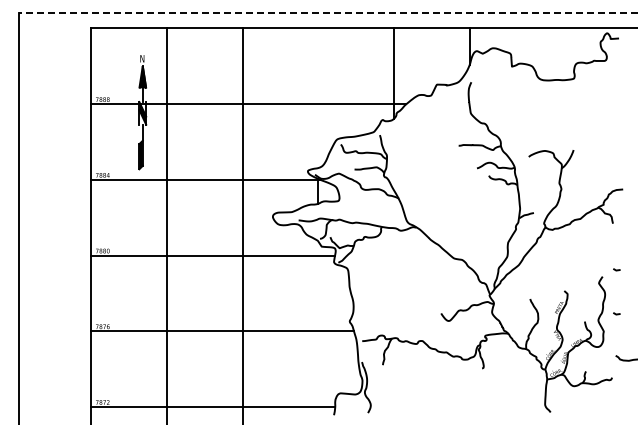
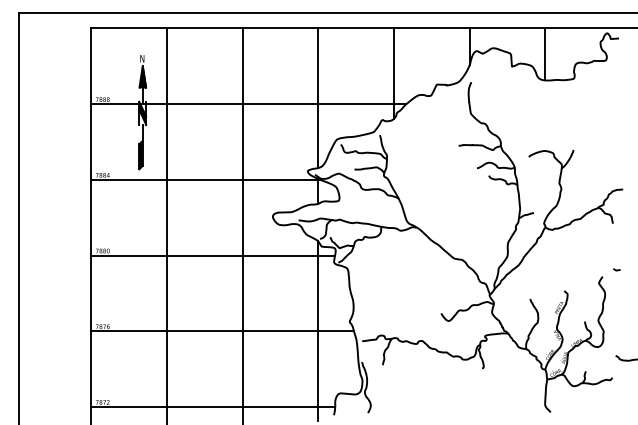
line at (327, 12): dashed -> solid
line at (545, 54): none -> present
line at (318, 98): none -> present
line at (616, 313): present -> none
line at (318, 330): none -> present
